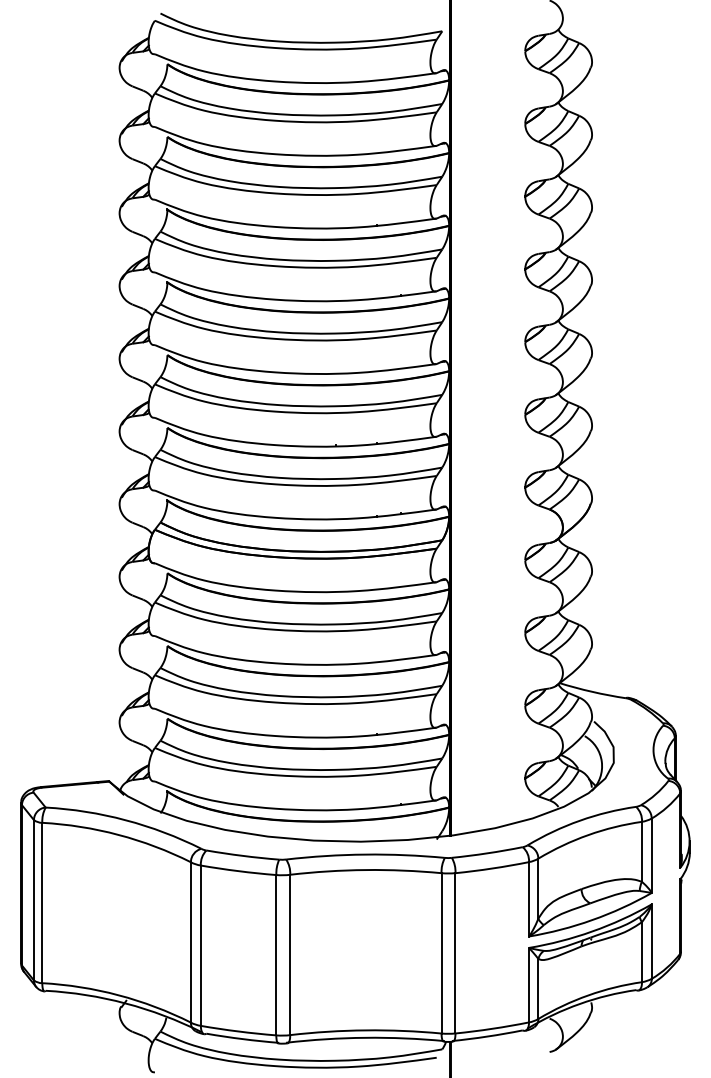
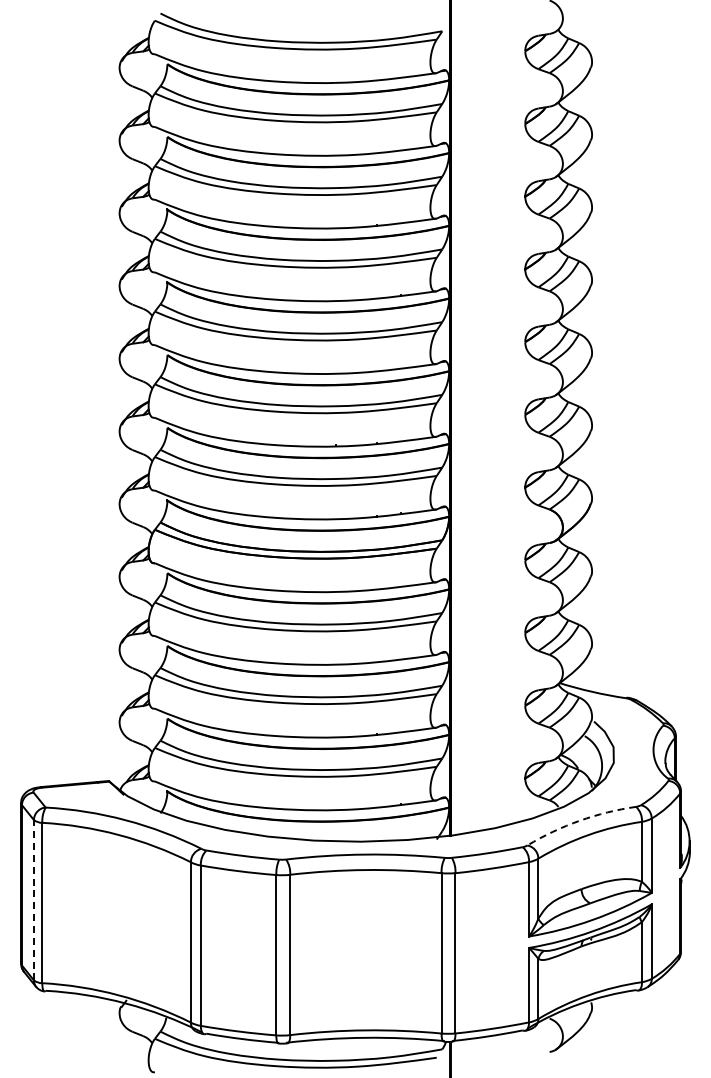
arc at (579, 820): solid -> dashed
line at (33, 899): solid -> dashed
